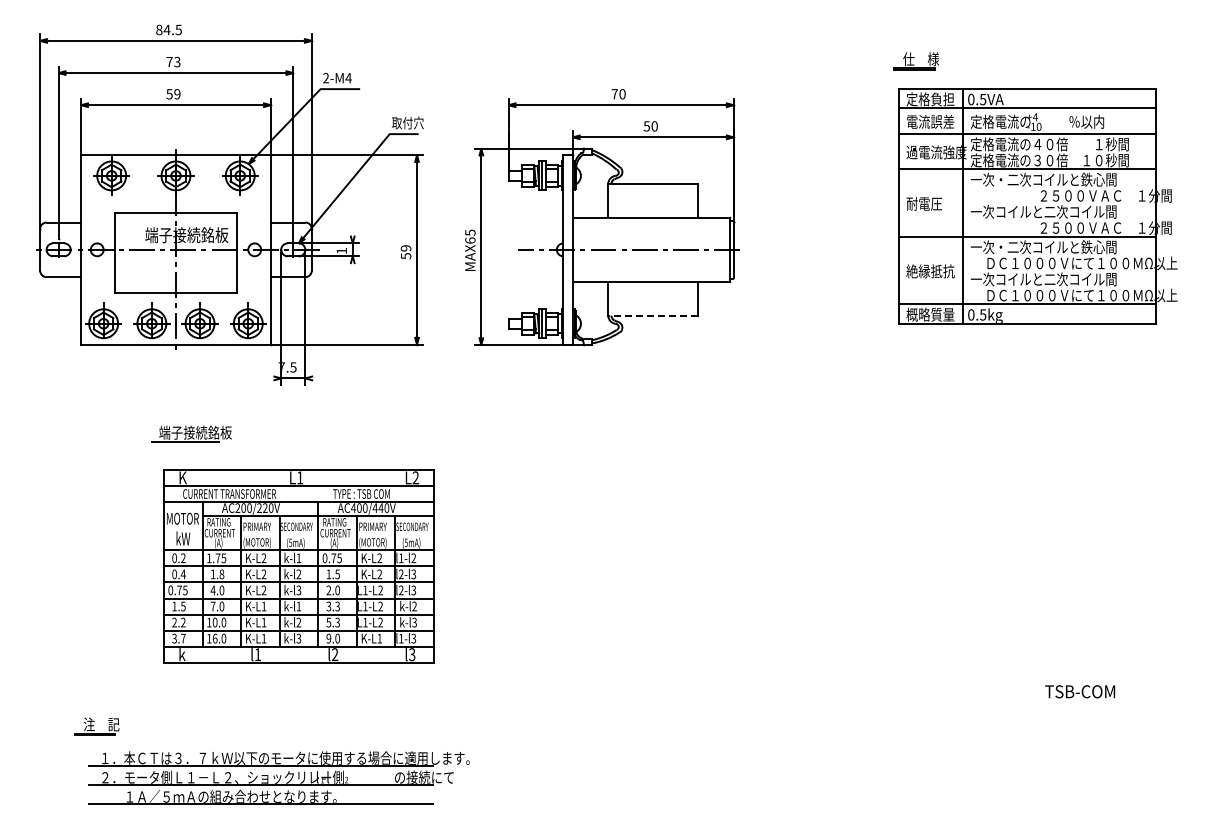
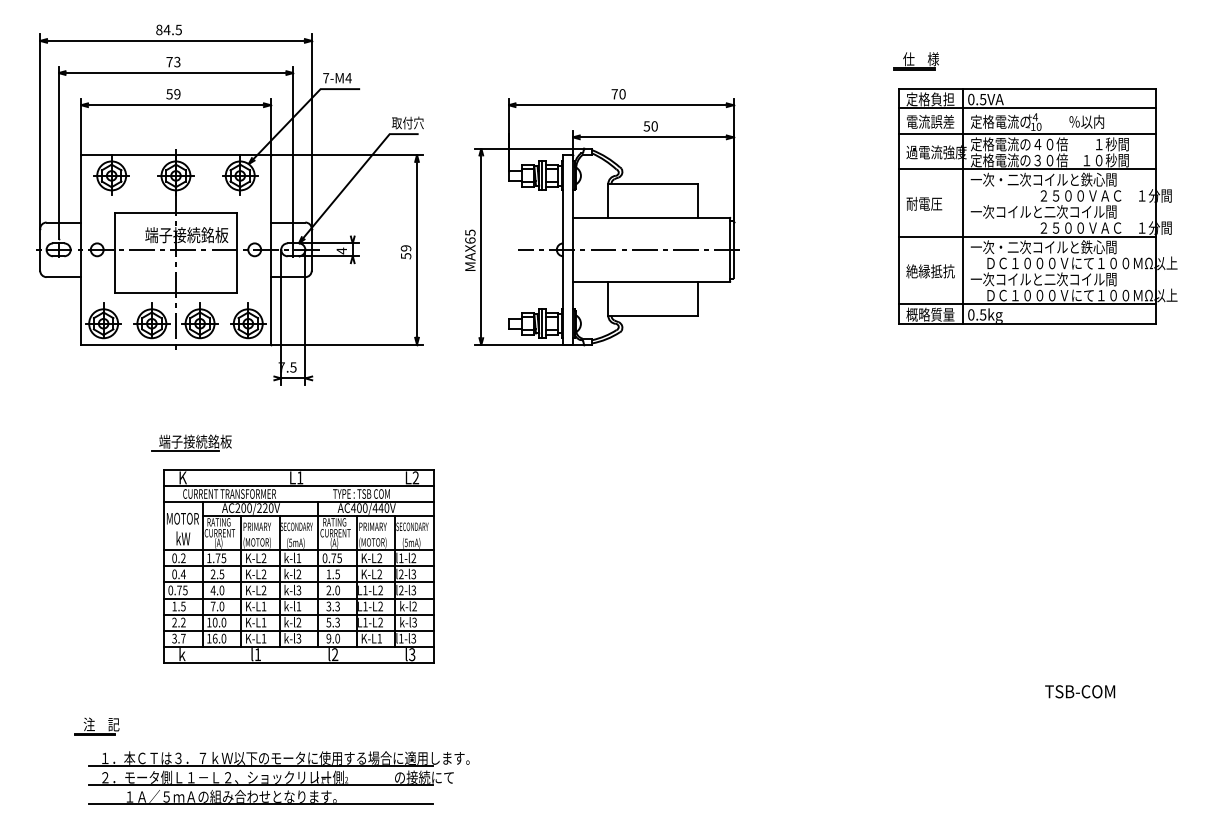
text at (326, 78): 2-M4 -> 7-M4
text at (341, 250): 1 -> 4
line at (653, 315): dashed -> solid
part at (191, 433) position: (191, 433) -> (191, 442)
text at (217, 573): 1.8 -> 2.5
